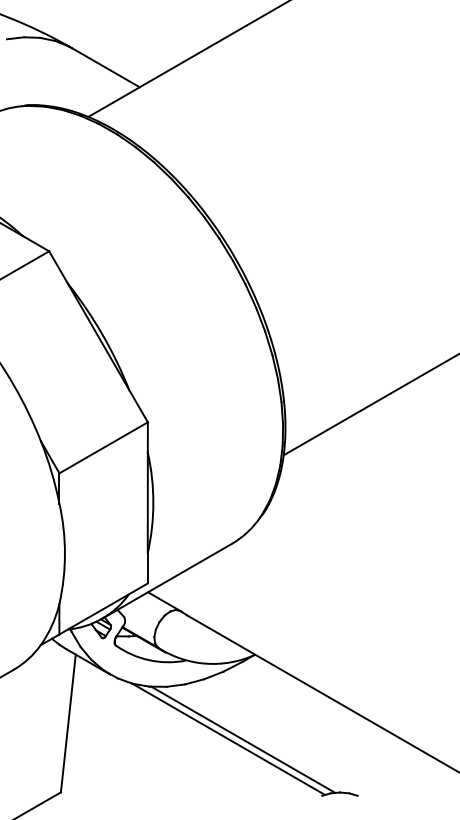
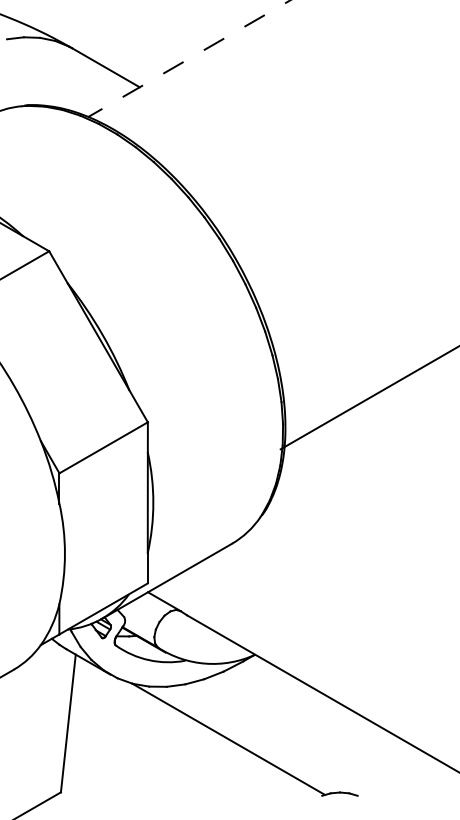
line at (189, 58): solid -> dashed
line at (369, 405) position: (369, 405) -> (368, 398)
line at (243, 739): present -> none
